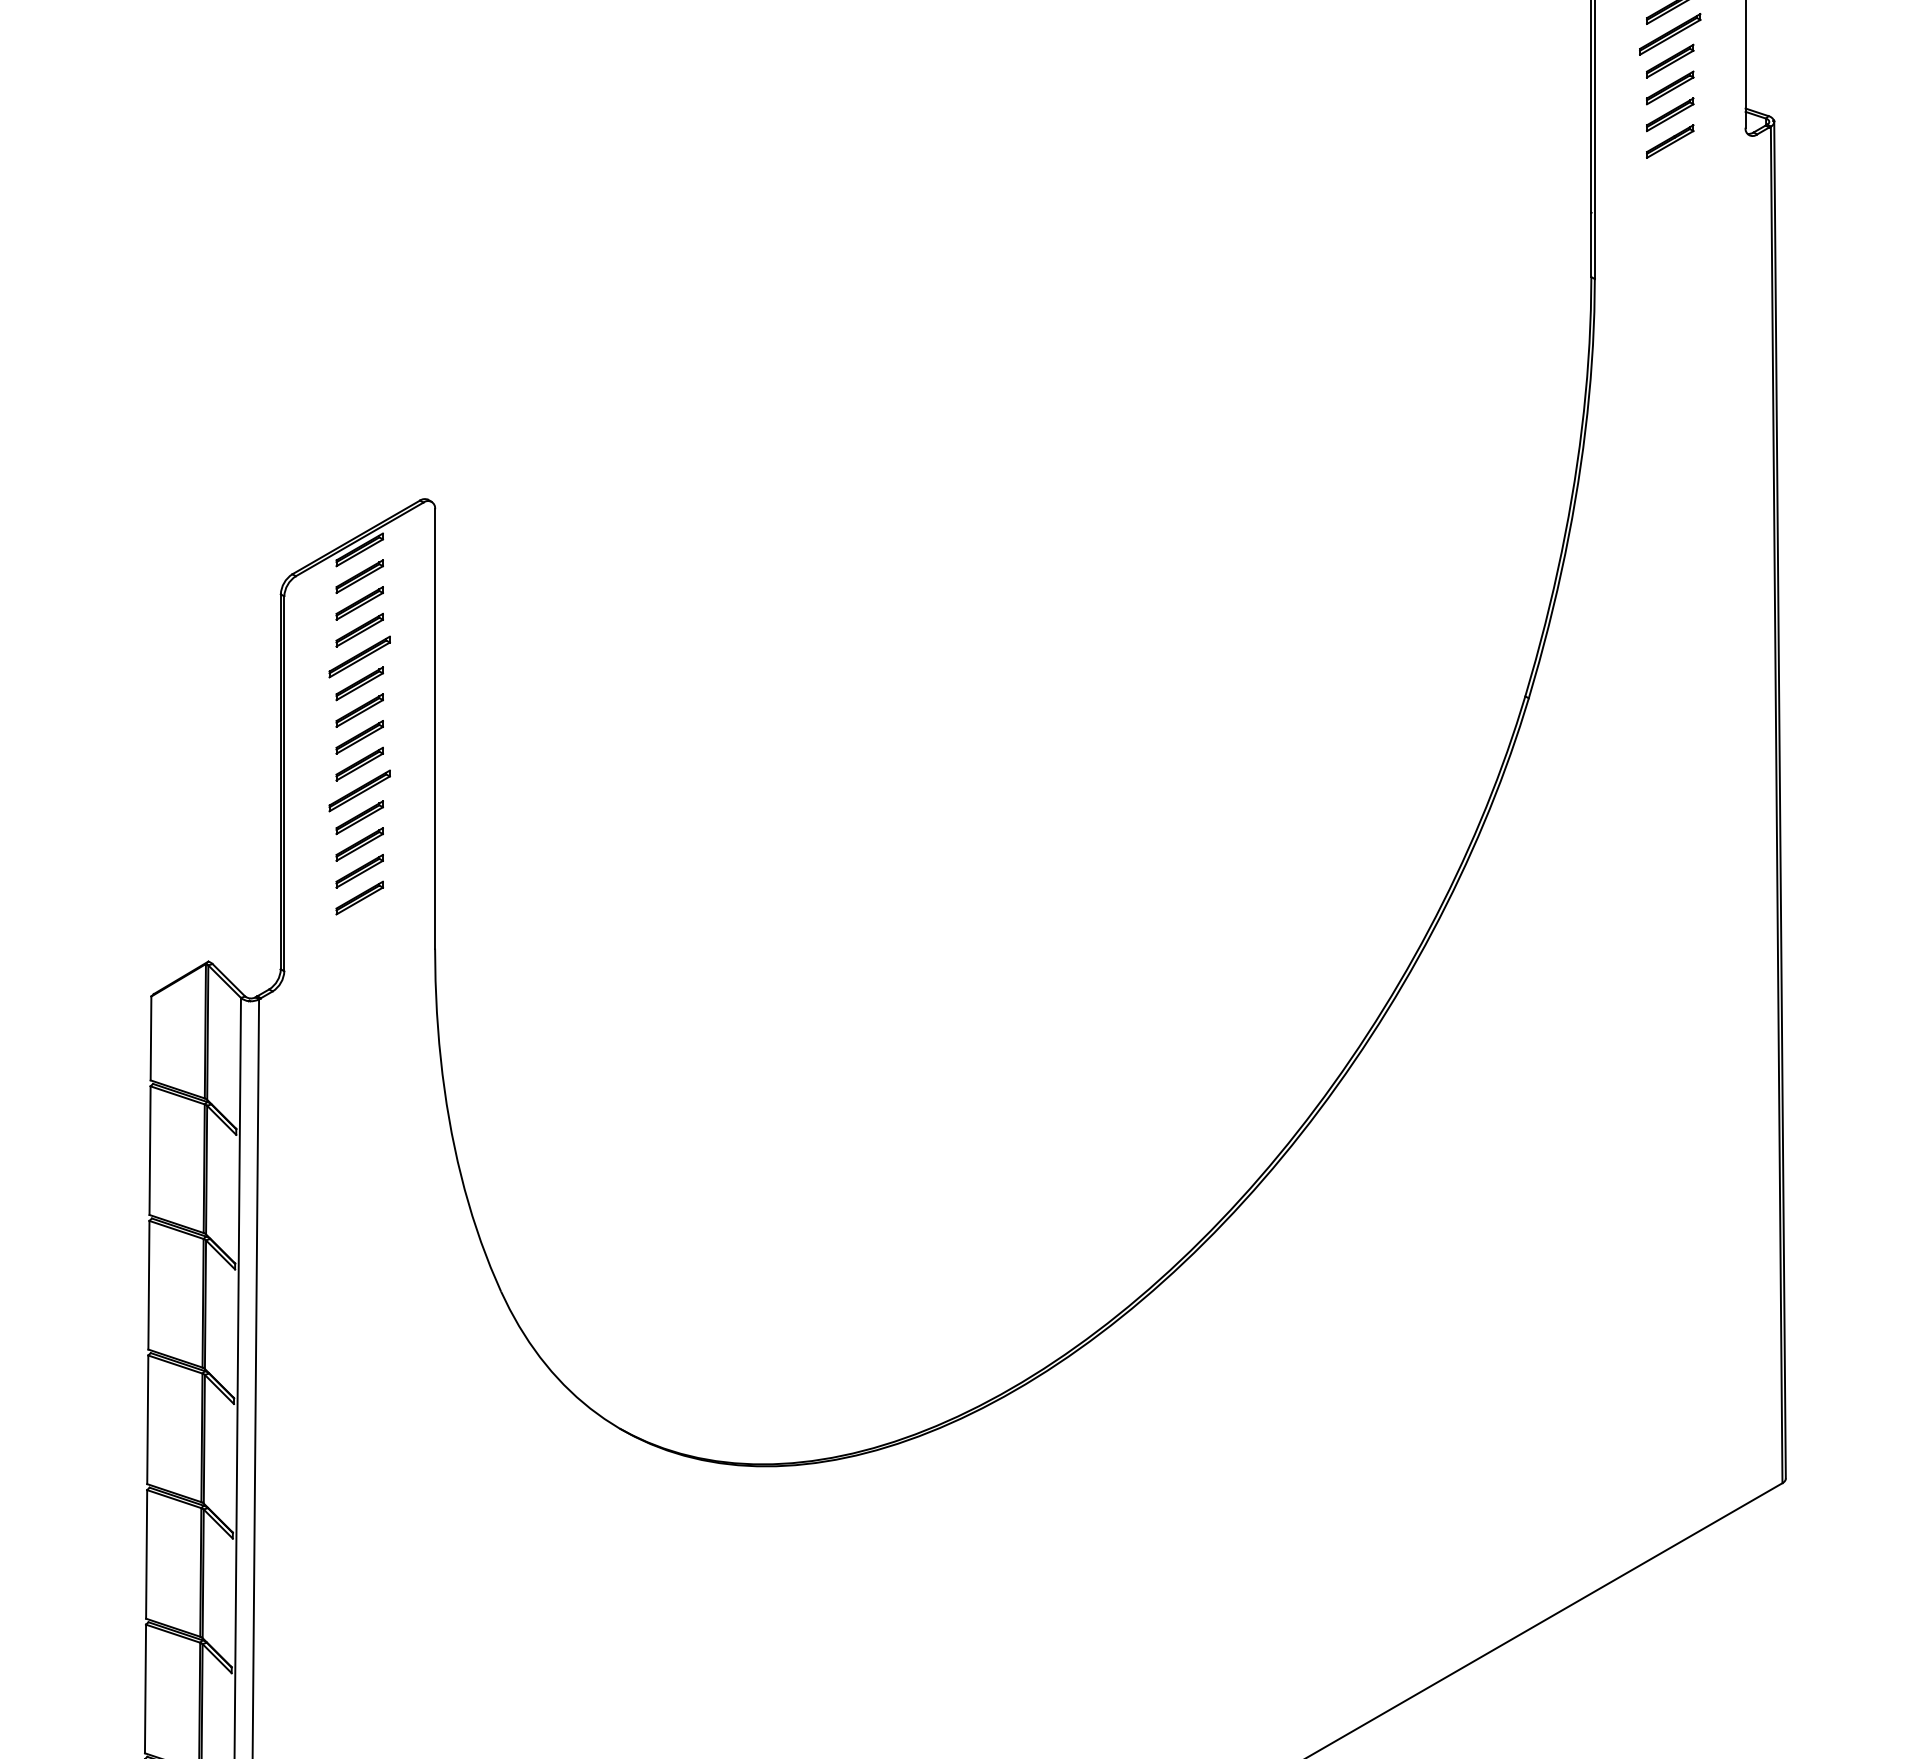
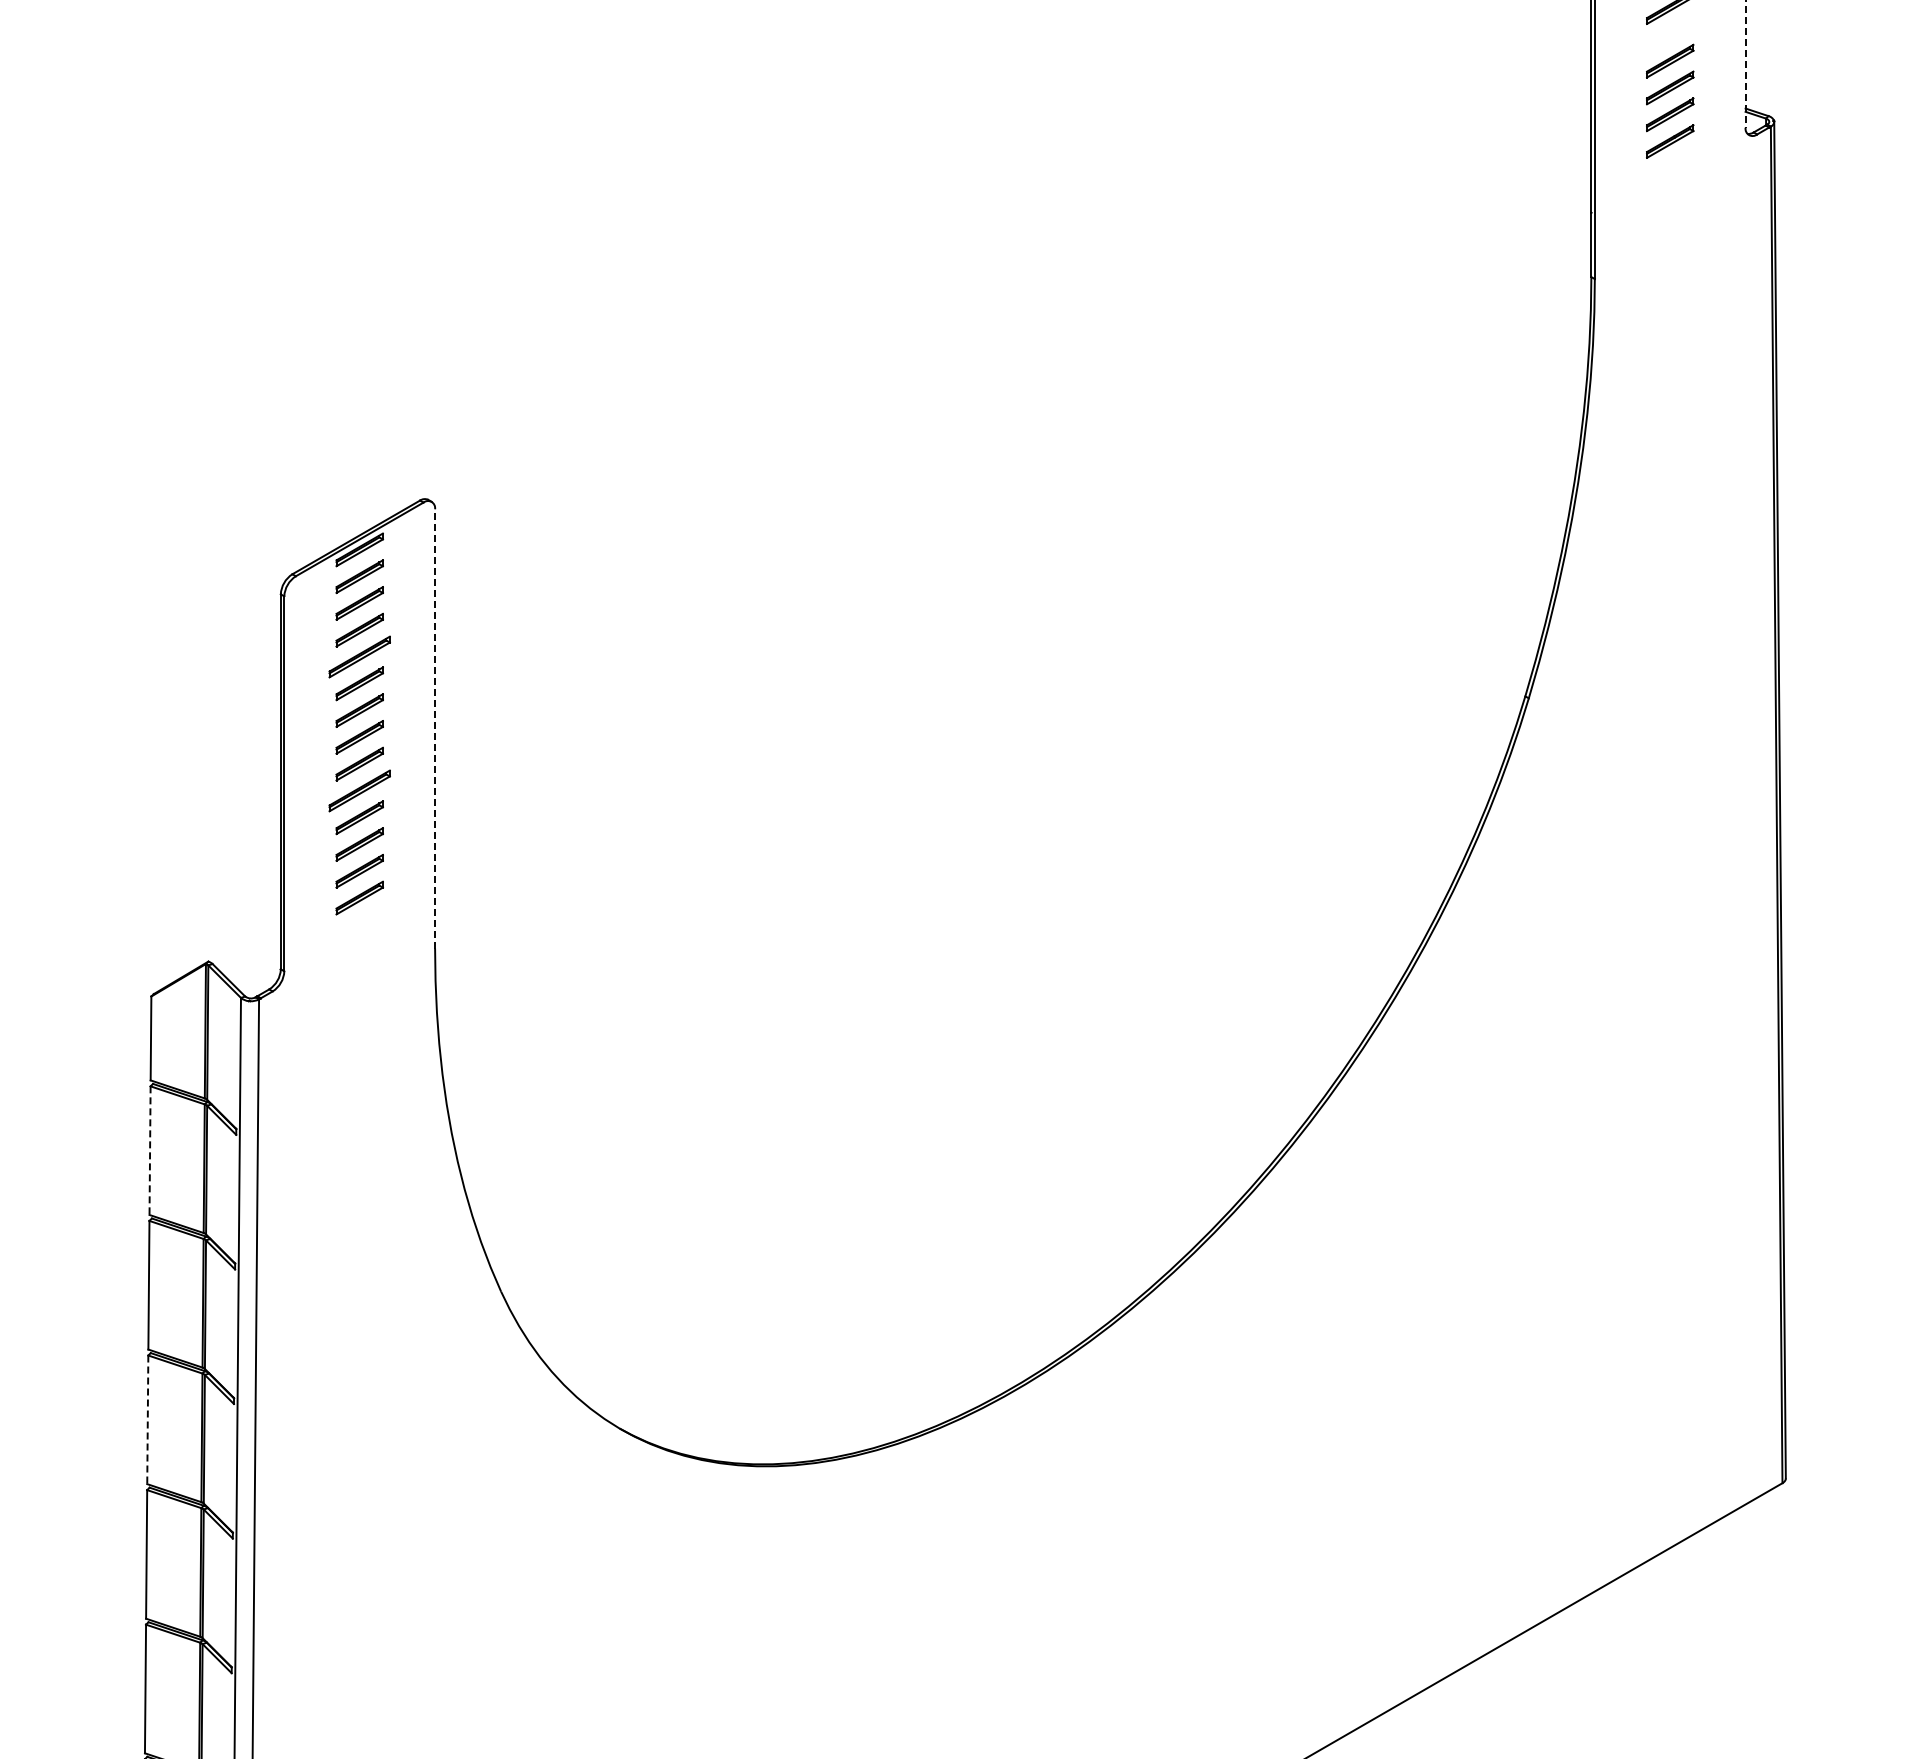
part at (1670, 34): present -> none
line at (1745, 64): solid -> dashed
line at (435, 728): solid -> dashed
line at (150, 1151): solid -> dashed
line at (147, 1420): solid -> dashed
